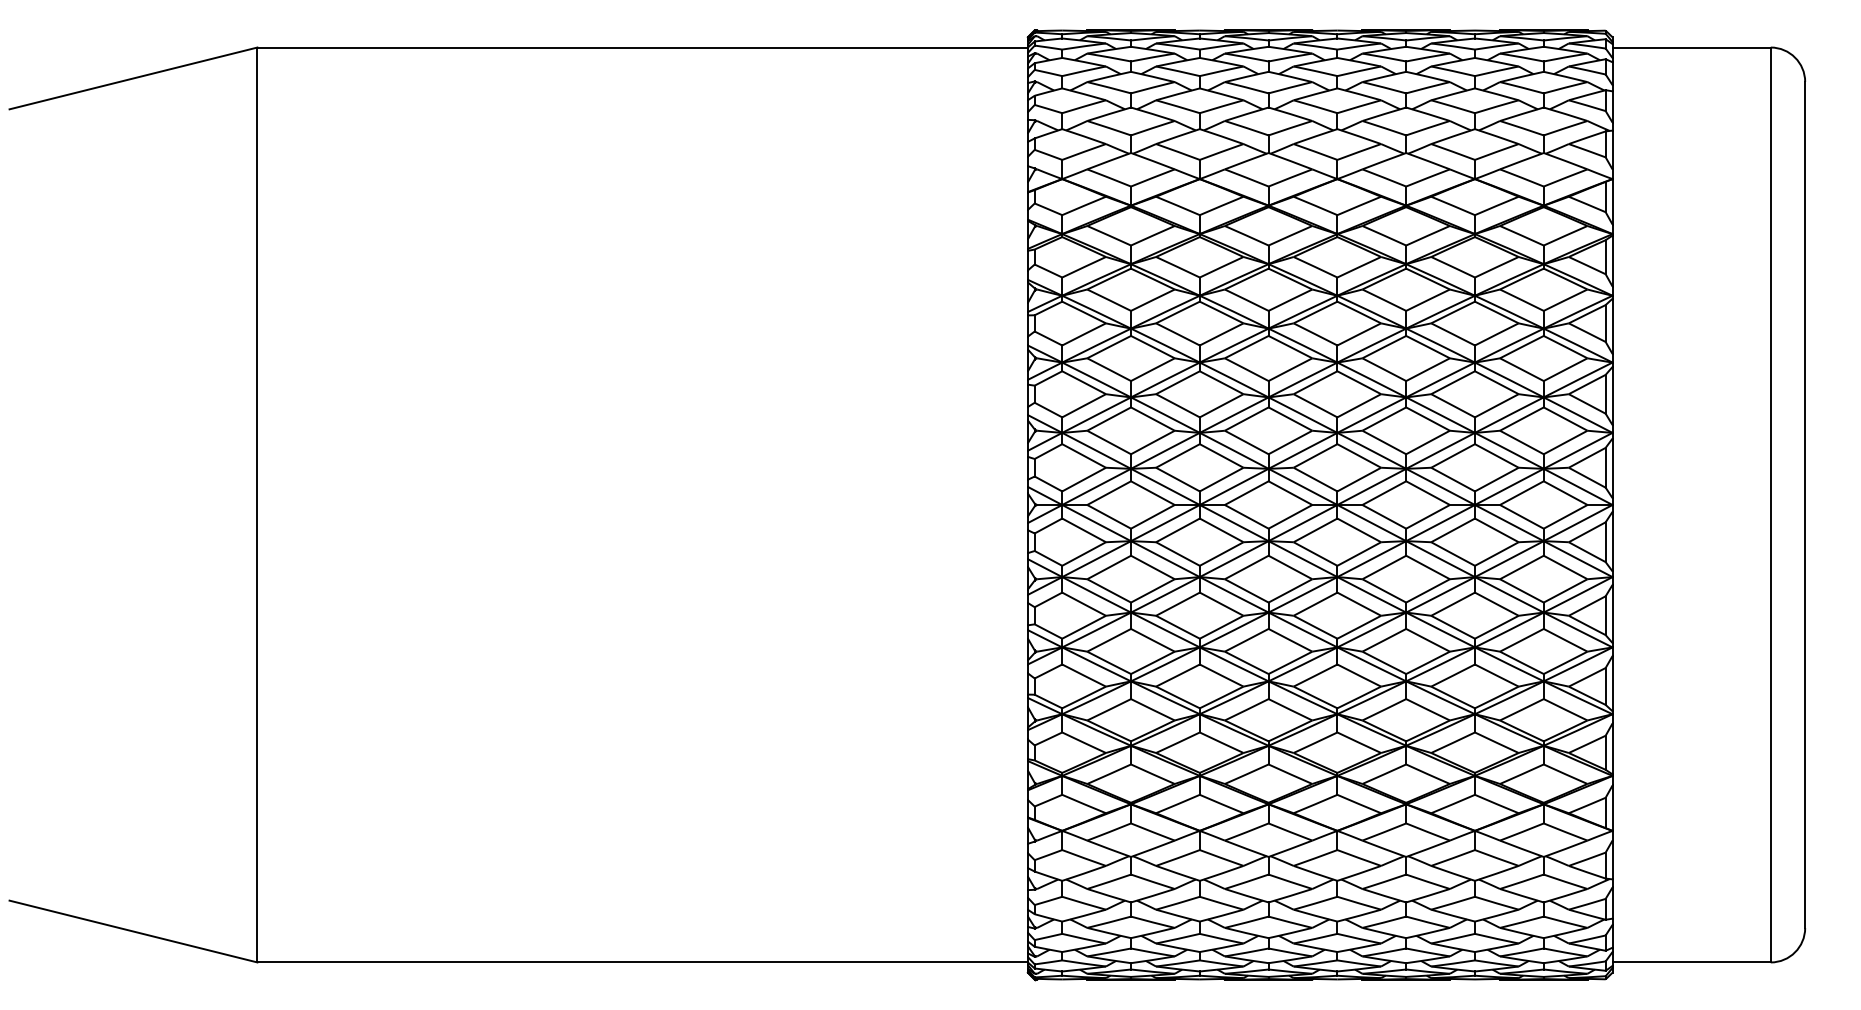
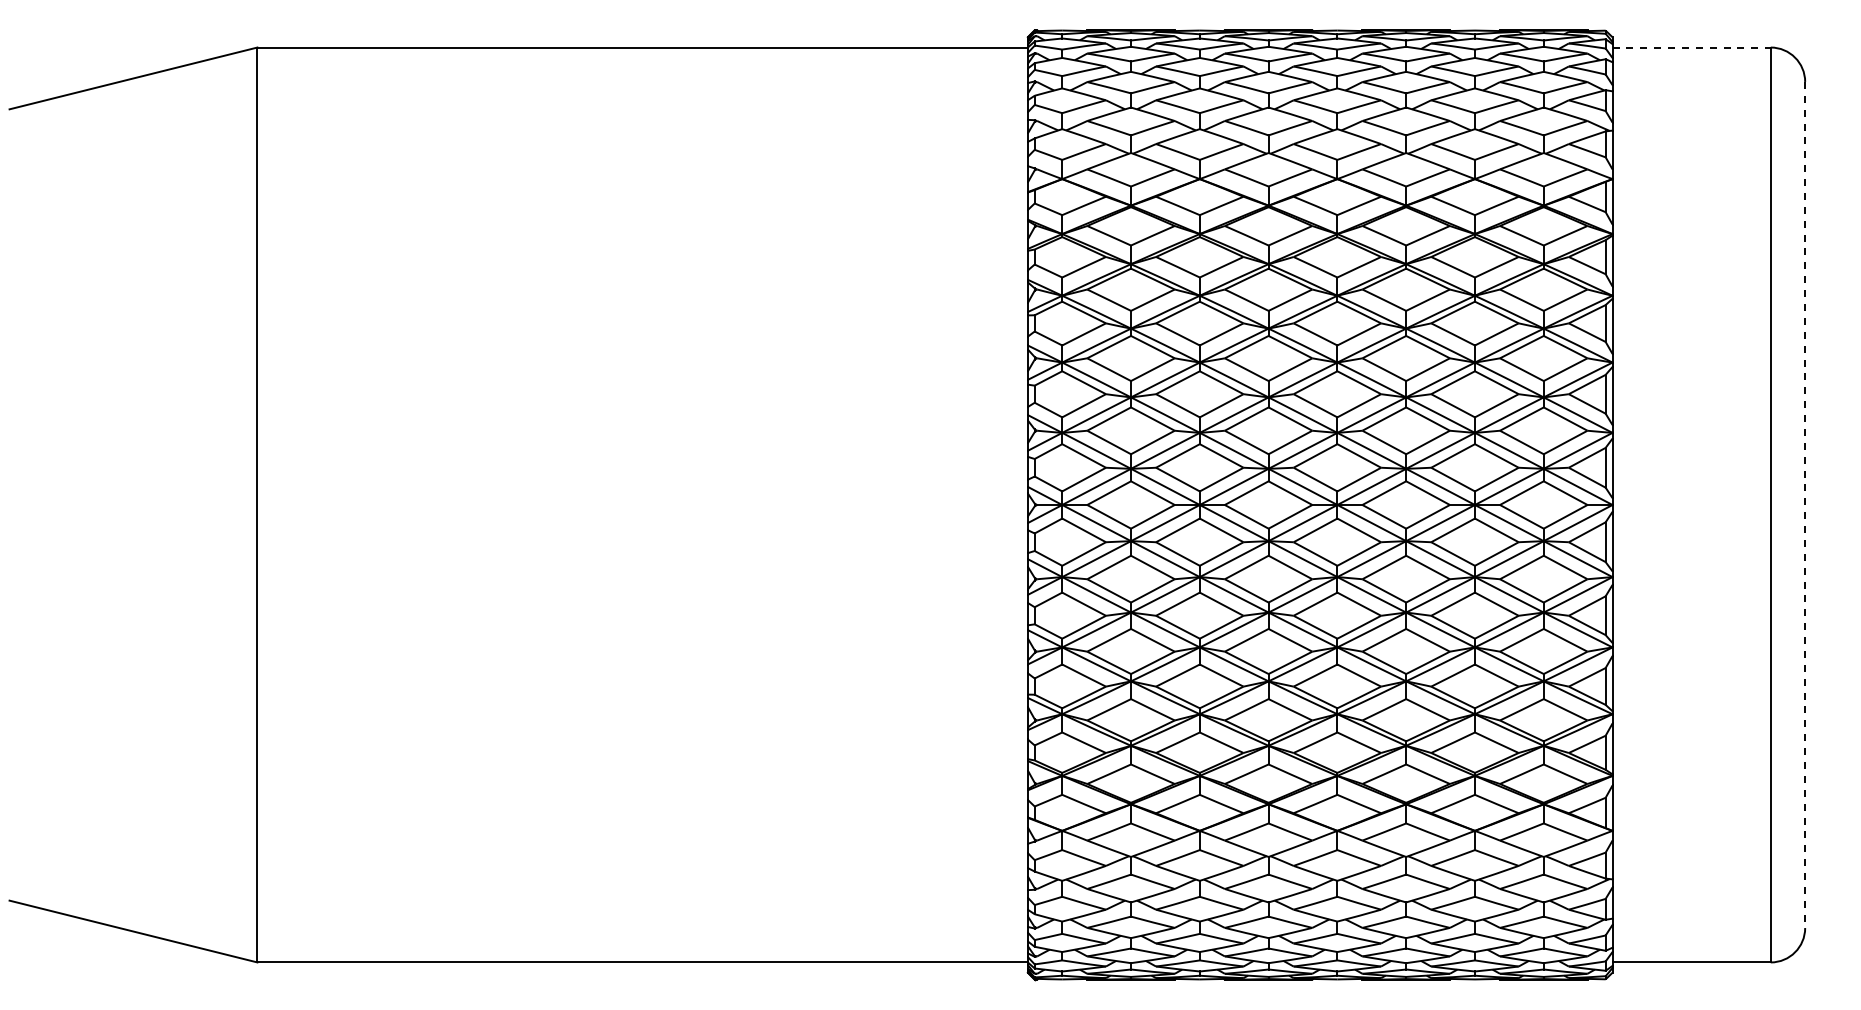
line at (1692, 47): solid -> dashed
line at (1805, 505): solid -> dashed
